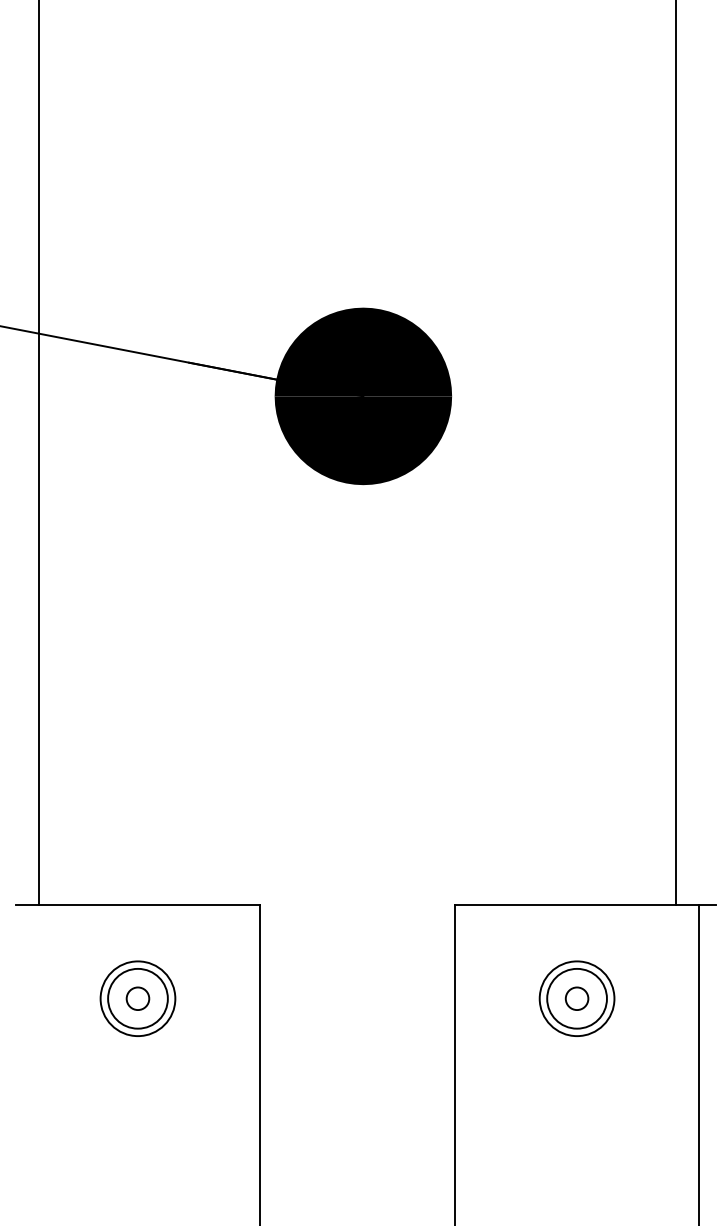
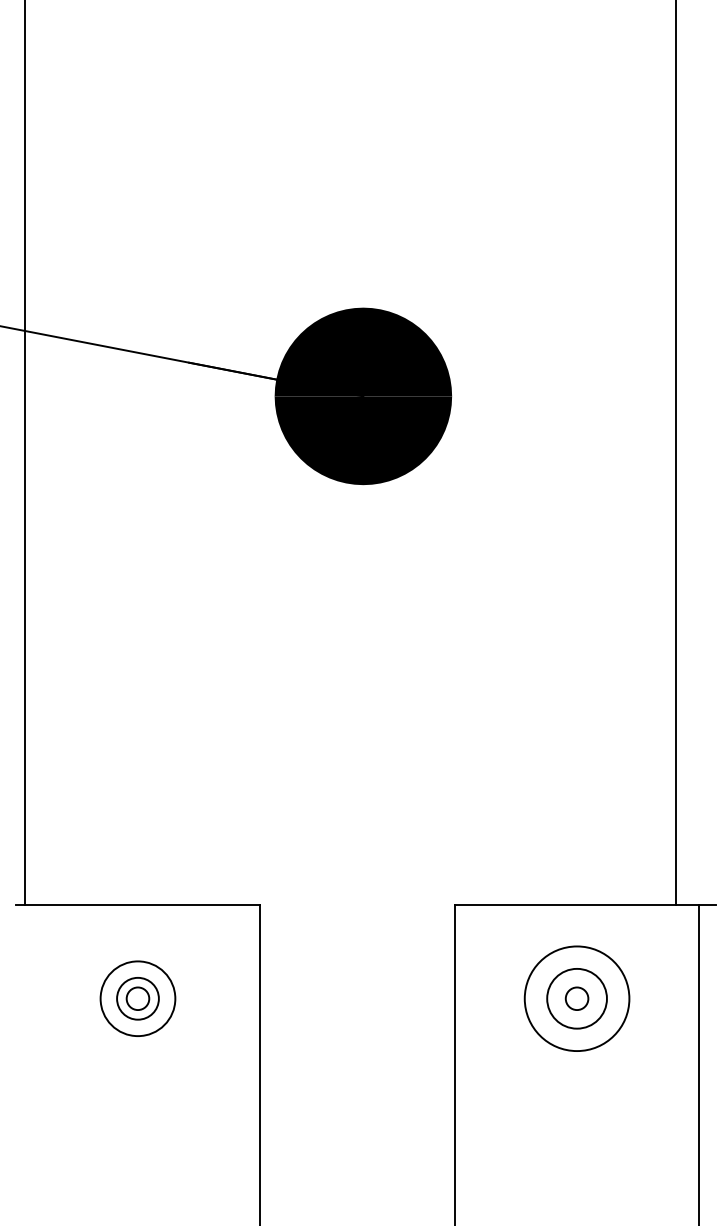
line at (39, 453) position: (39, 453) -> (25, 453)
circle at (137, 998) diameter: 60 px -> 42 px
circle at (576, 998) diameter: 75 px -> 105 px
